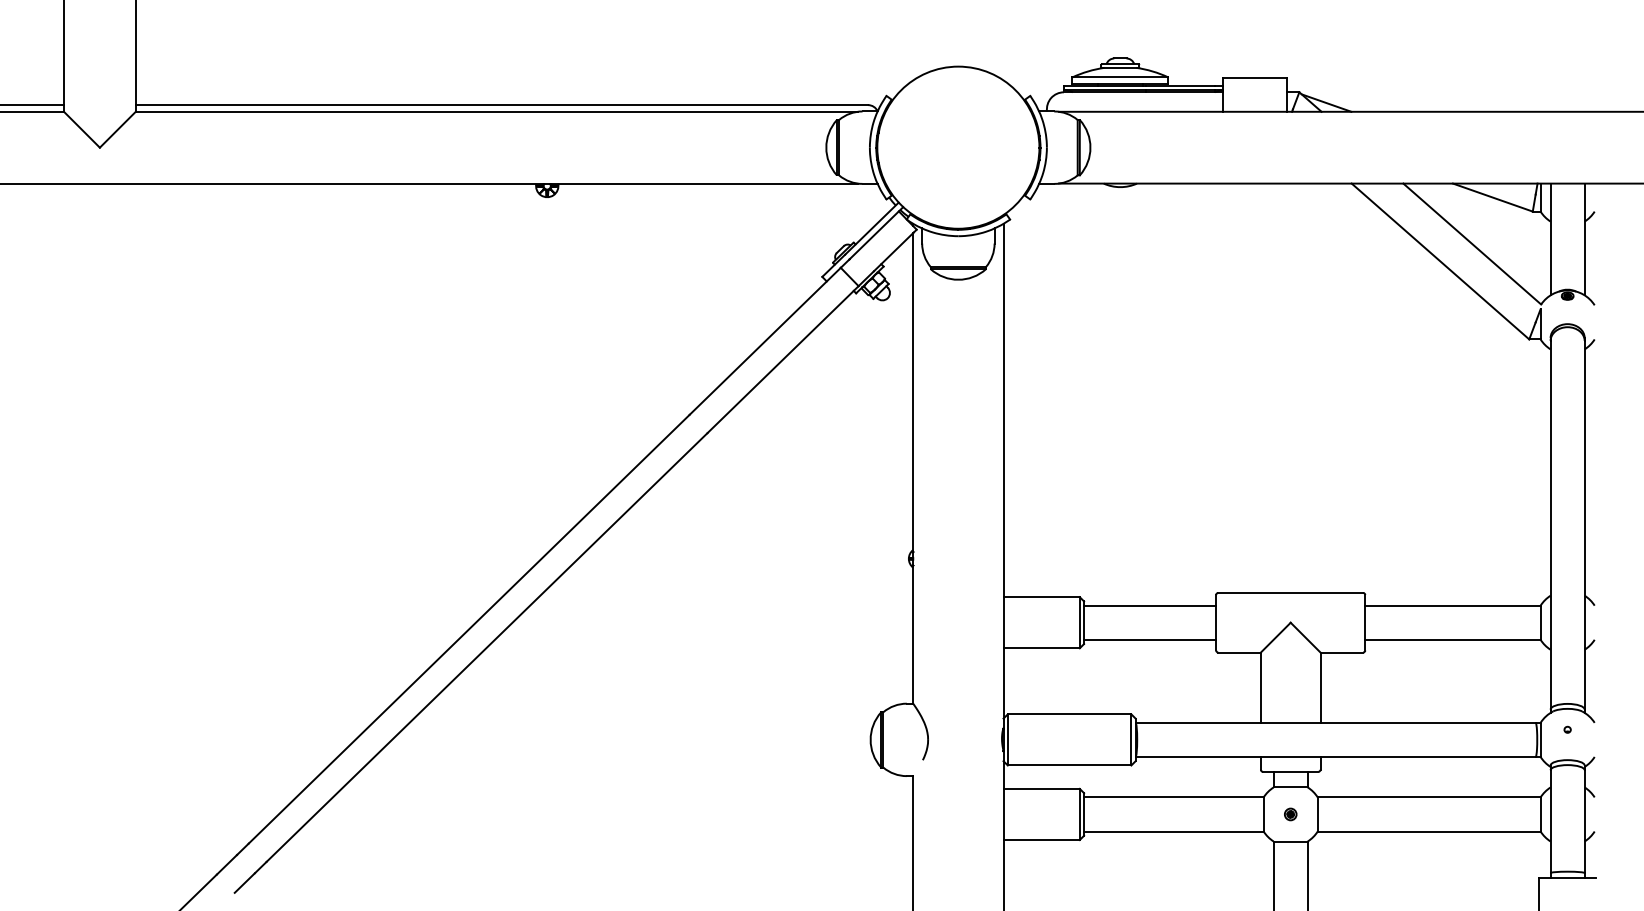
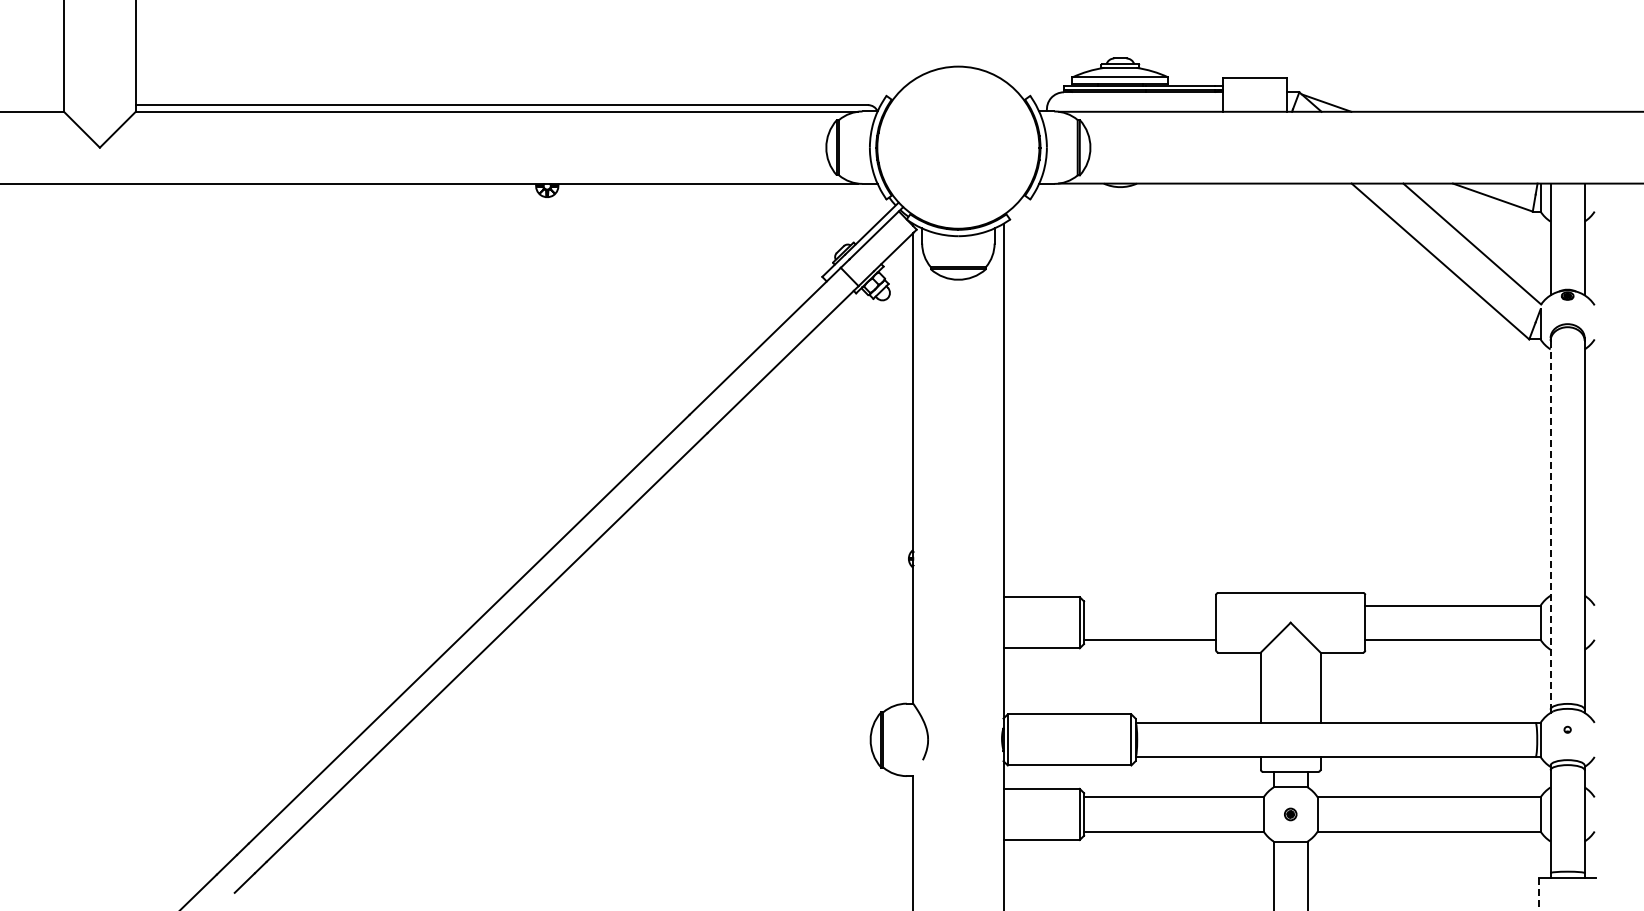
line at (33, 105): present -> none
line at (1550, 525): solid -> dashed
line at (1150, 605): present -> none
line at (1538, 894): solid -> dashed
